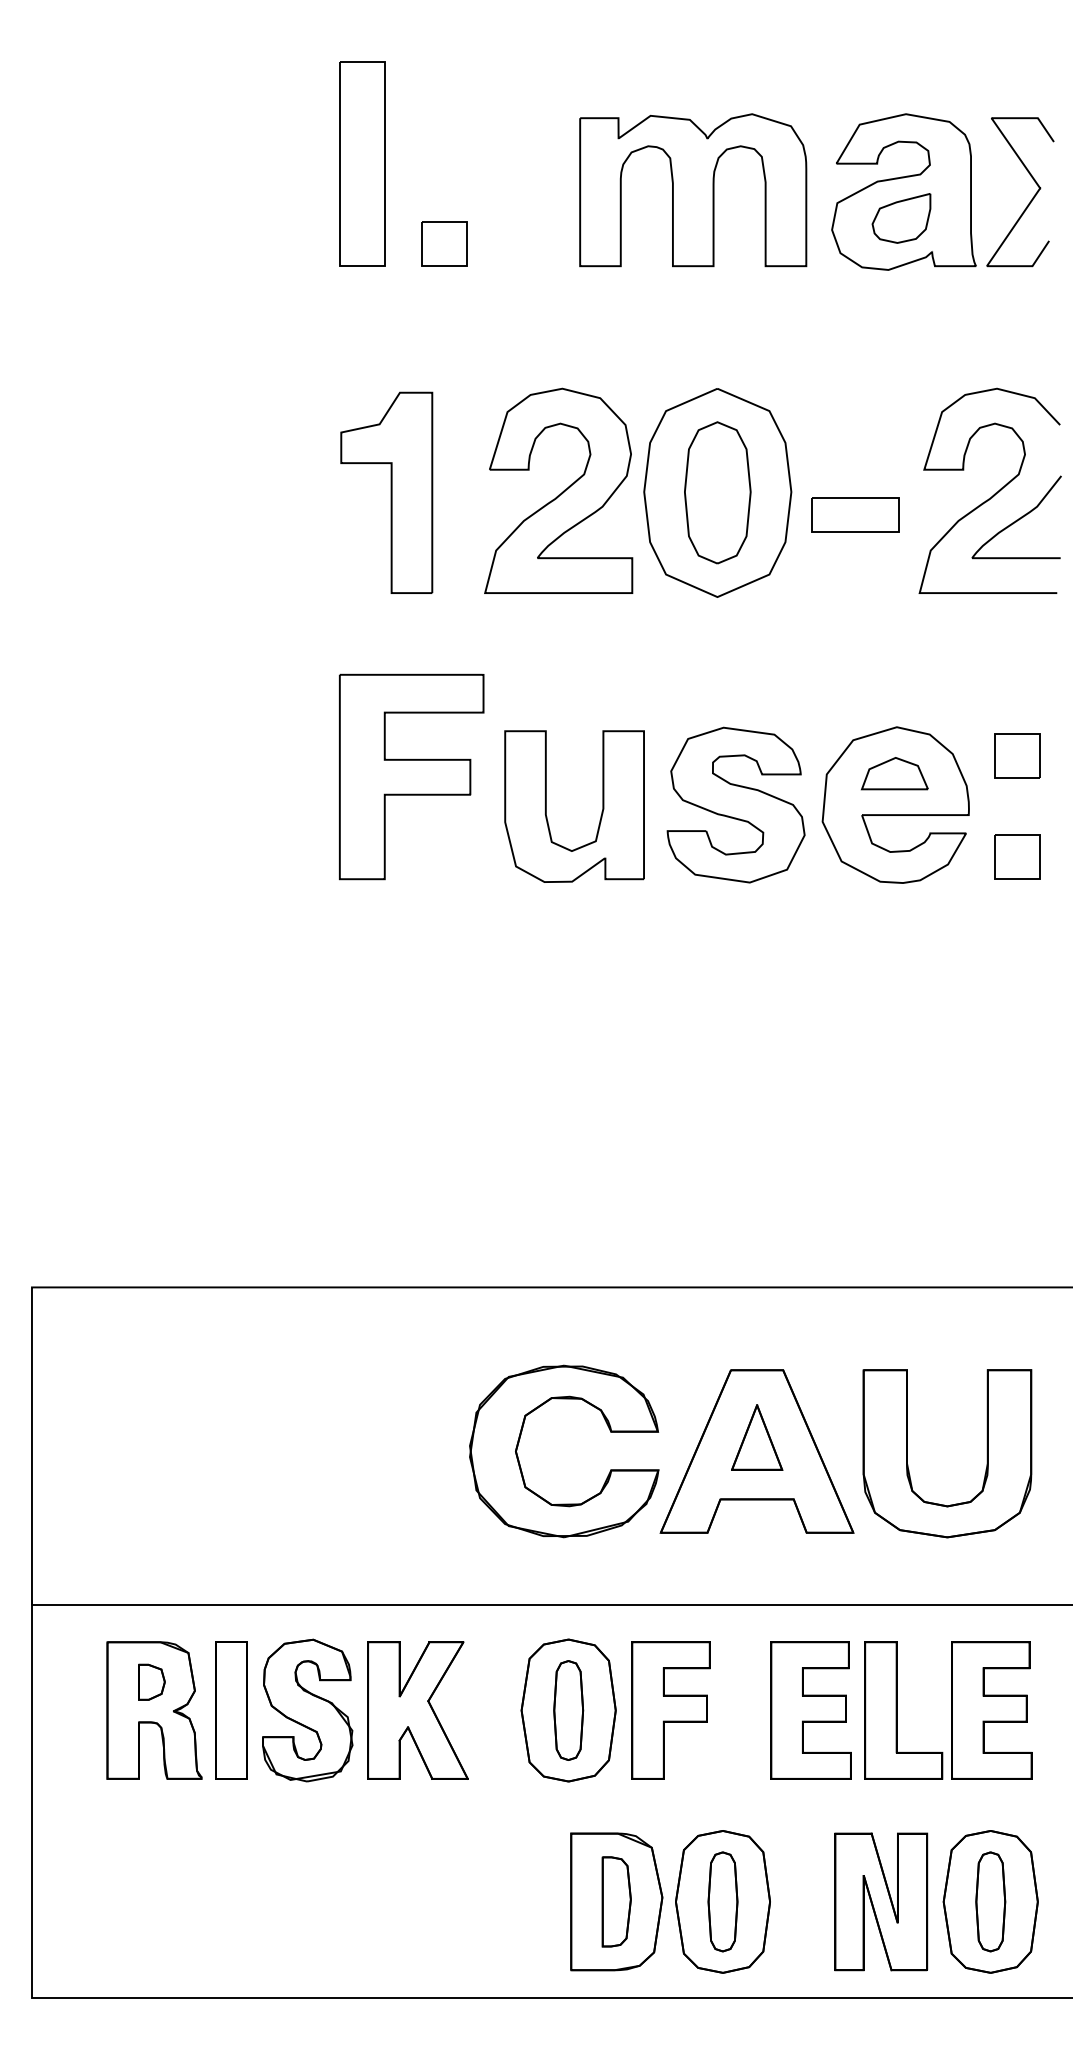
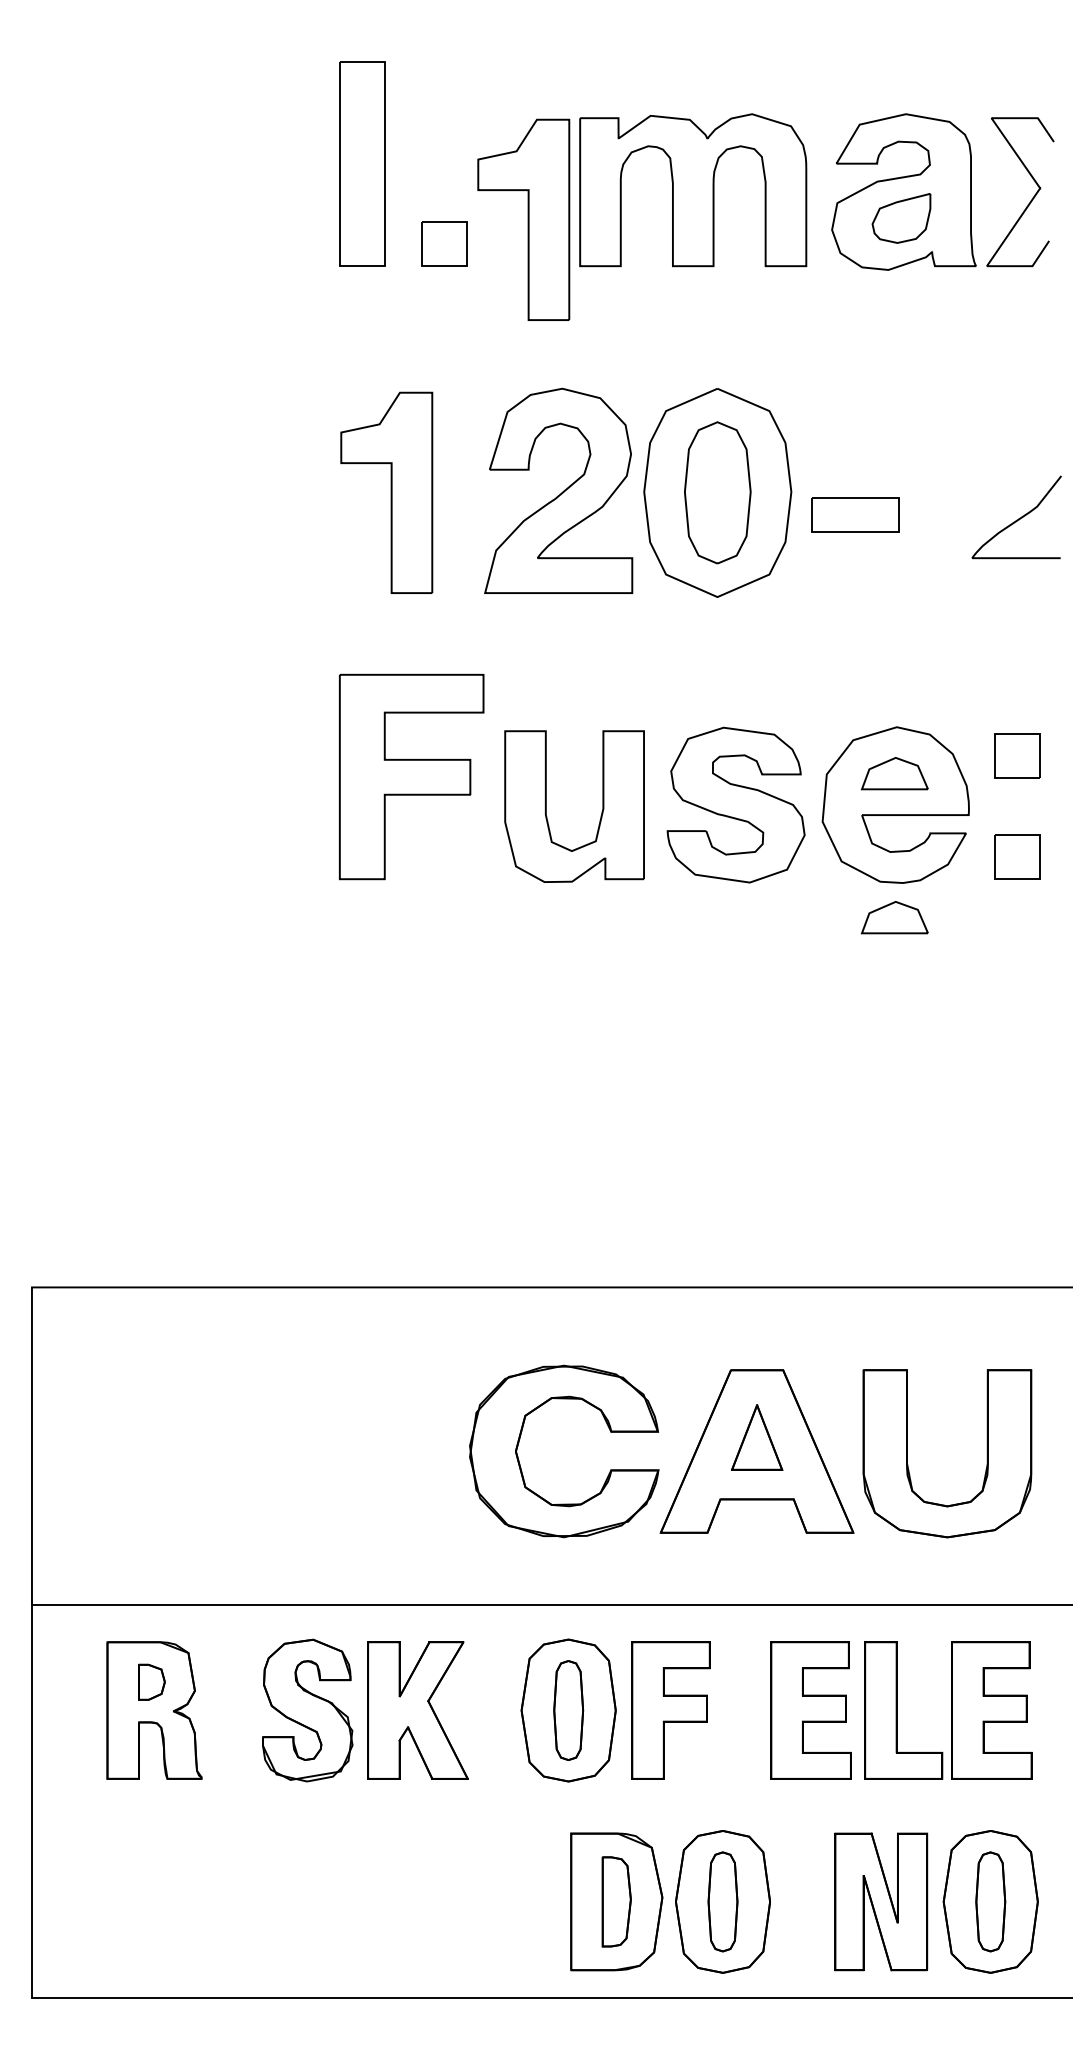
part at (523, 219): none -> present
curve at (993, 494): present -> none
part at (894, 917): none -> present
part at (231, 1710): present -> none
